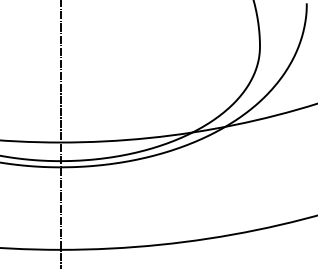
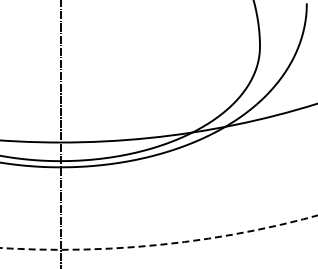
circle at (158, 232): solid -> dashed
